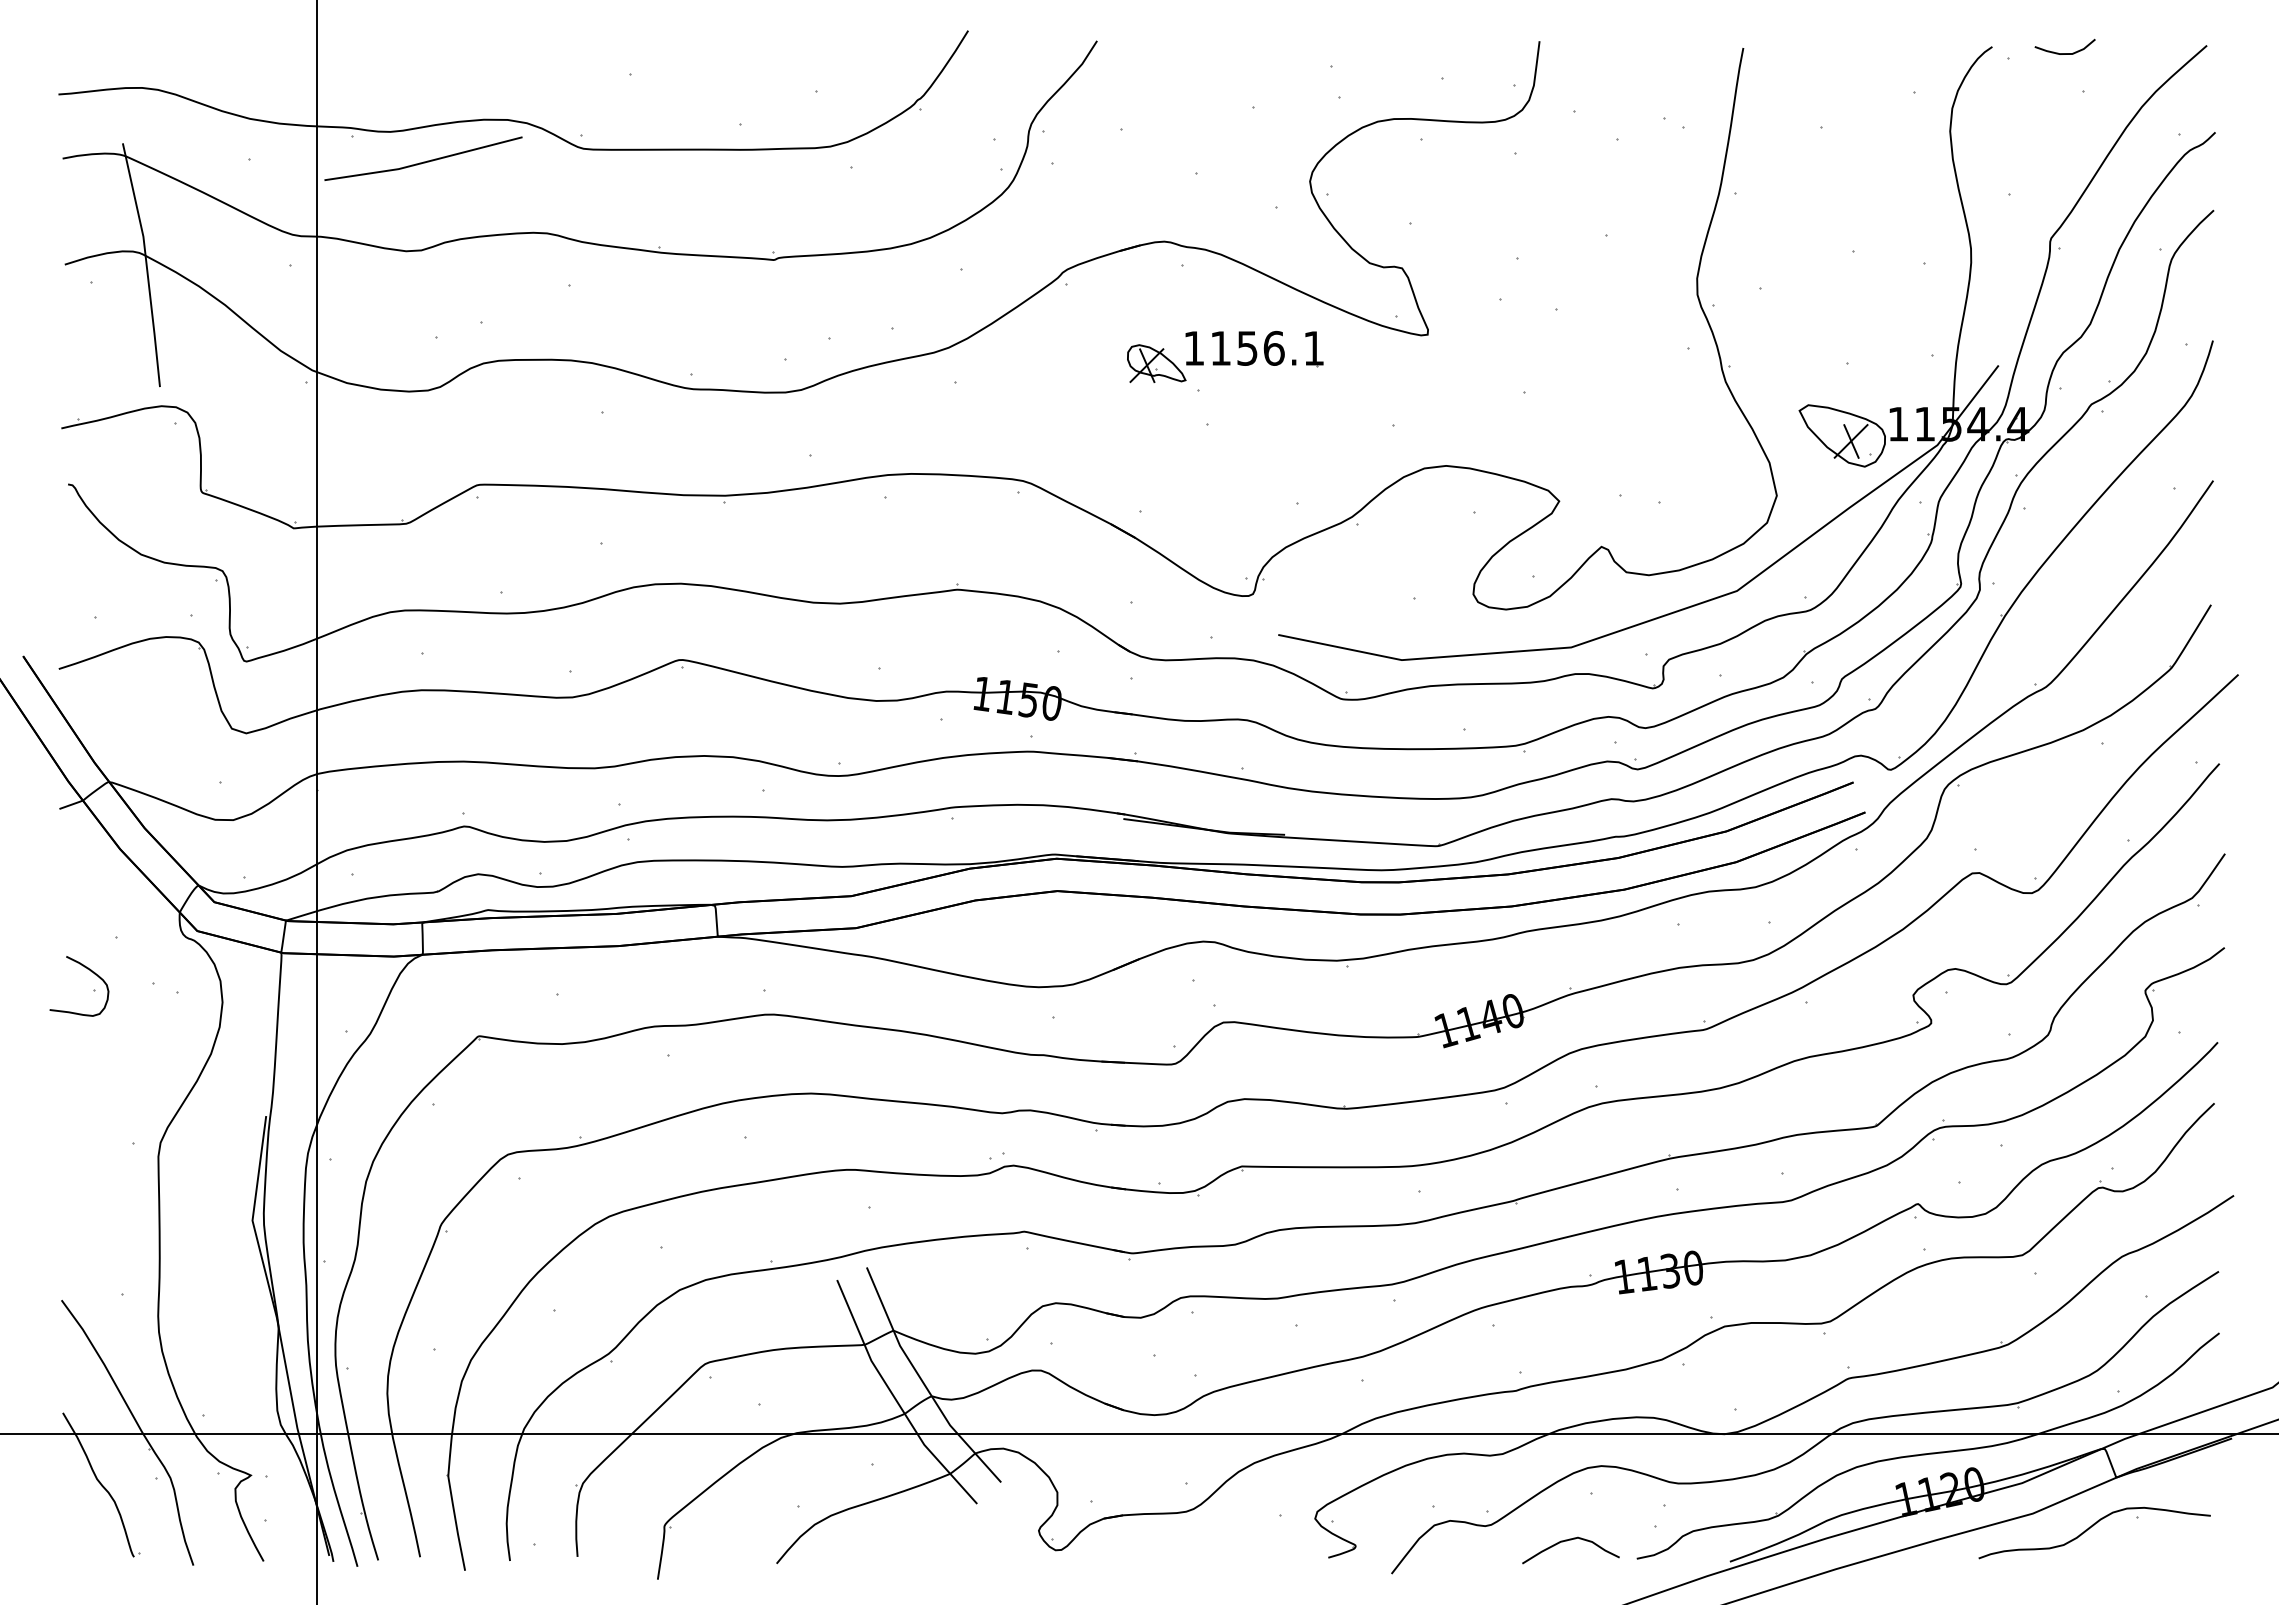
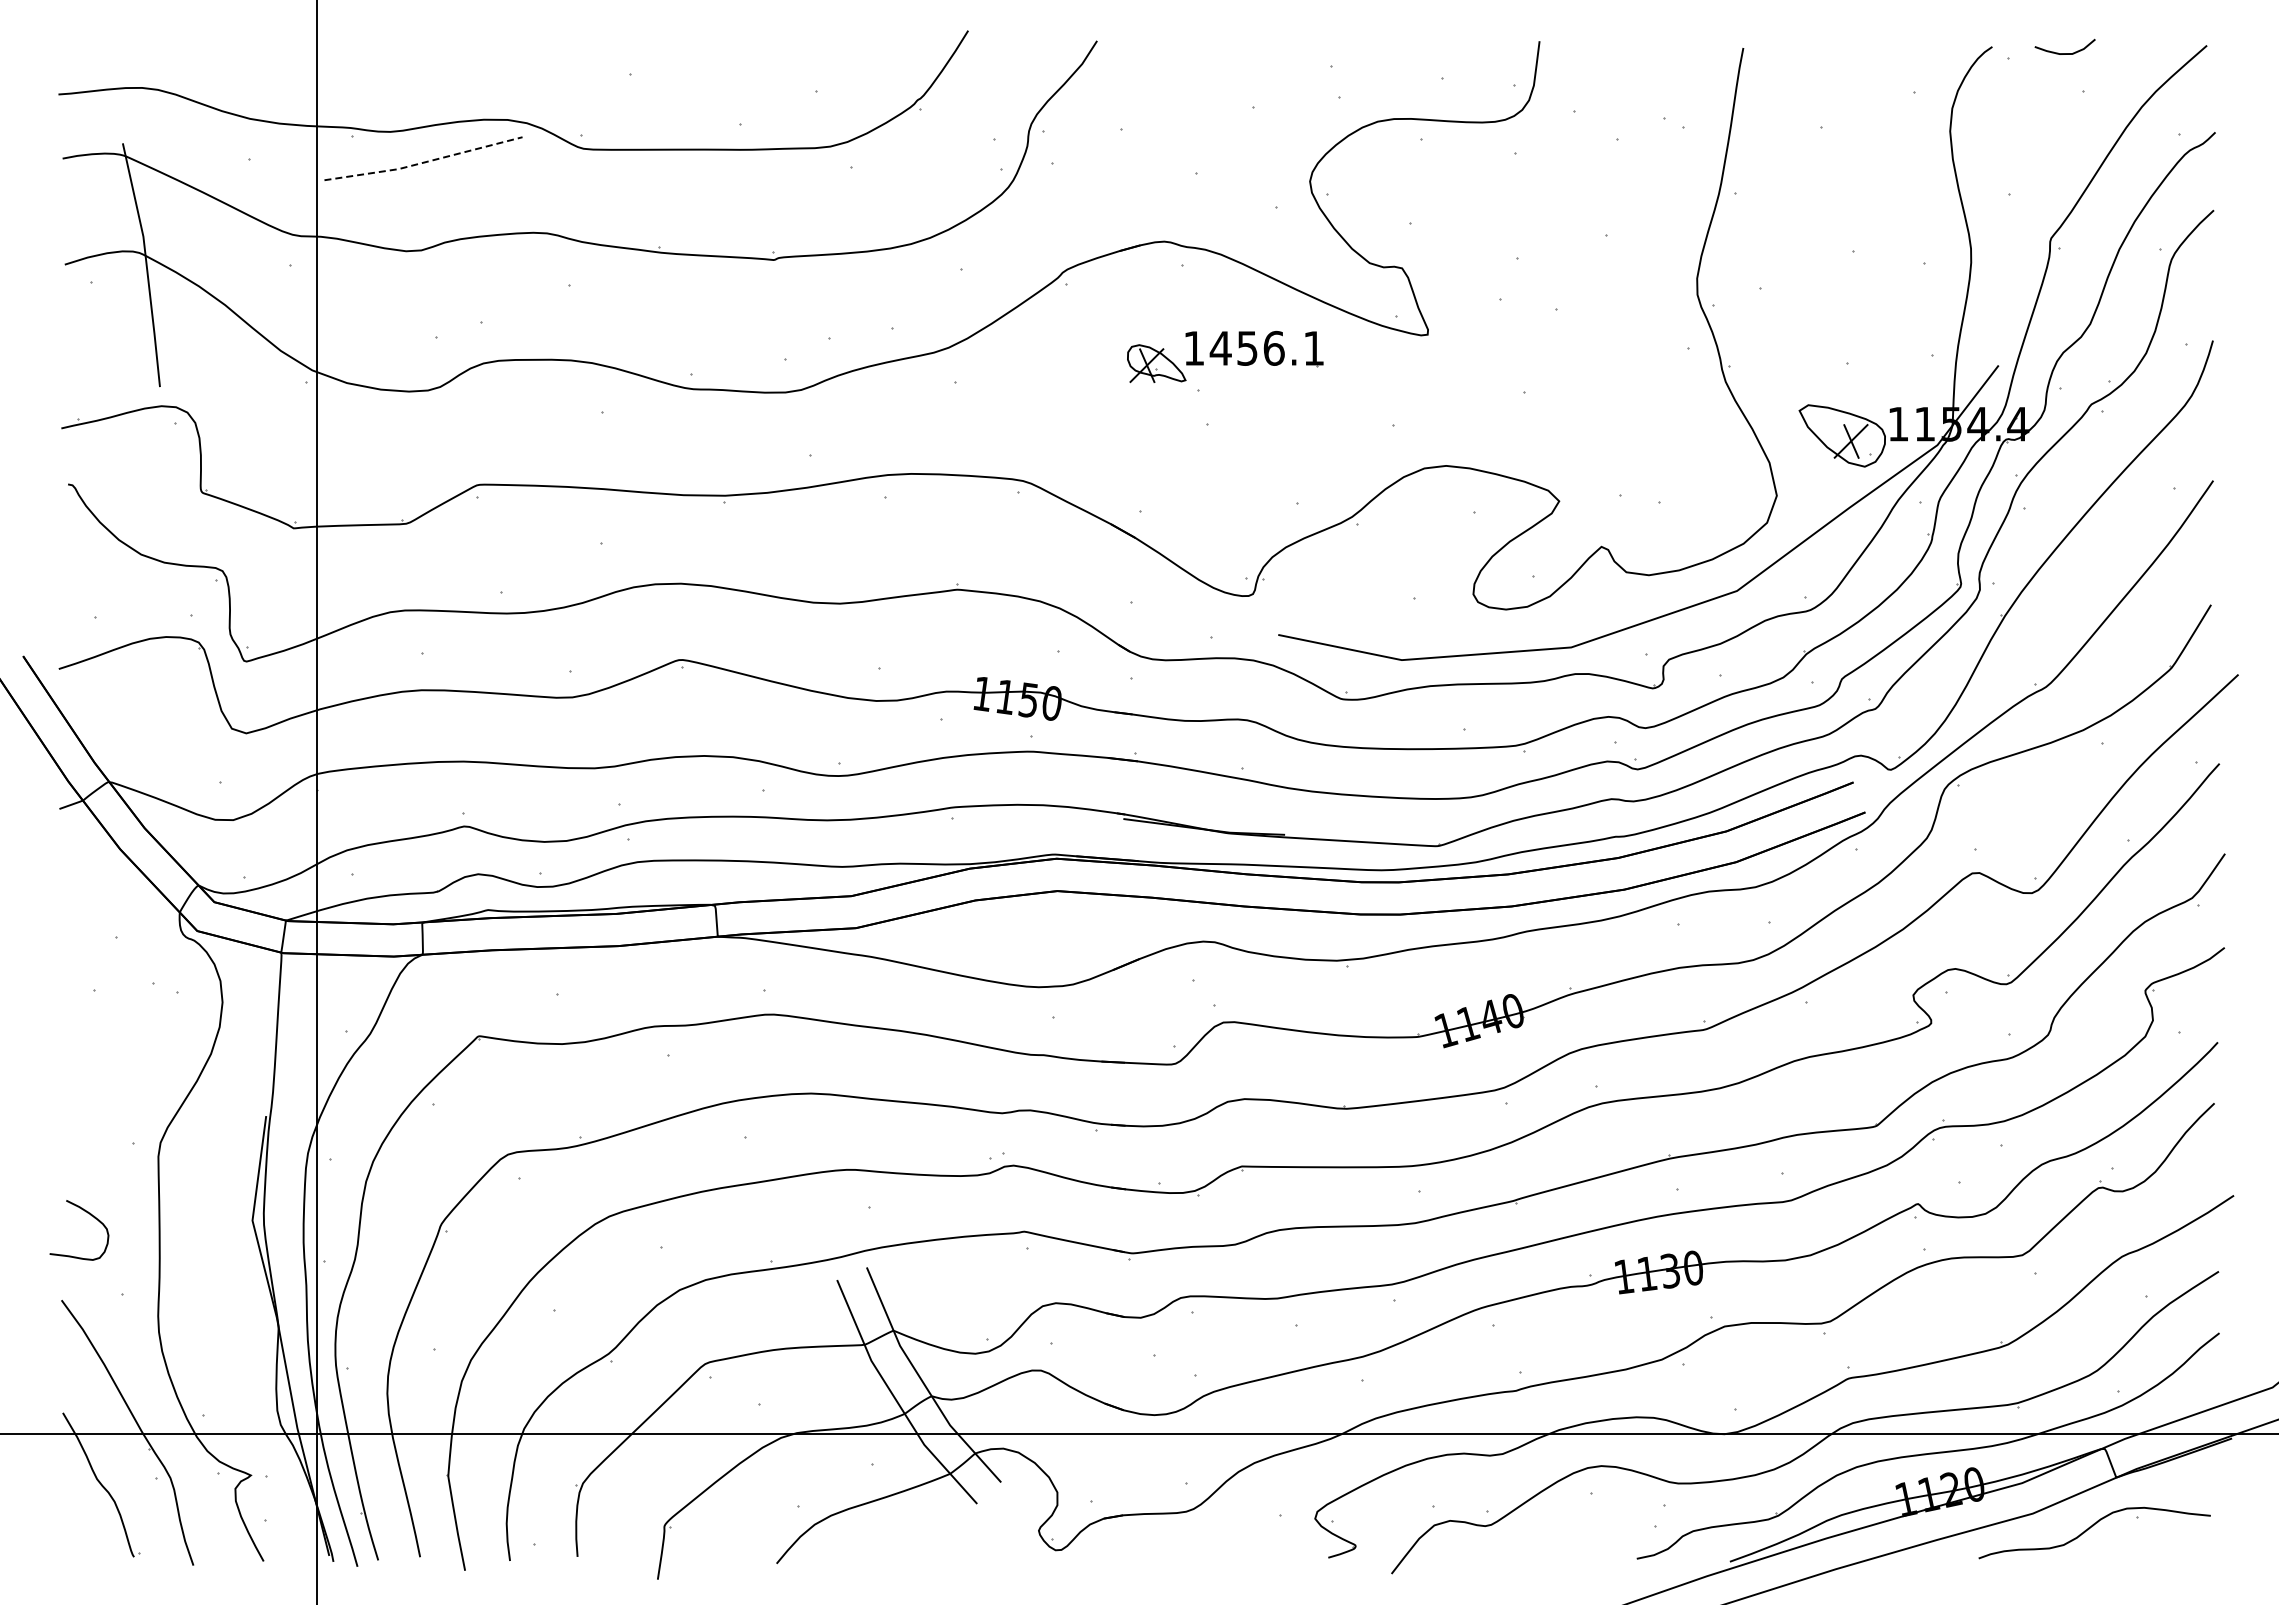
line at (423, 162): solid -> dashed
text at (1220, 348): 1156.1 -> 1456.1
curve at (91, 972) position: (91, 972) -> (91, 1216)
curve at (1567, 1541): present -> none
